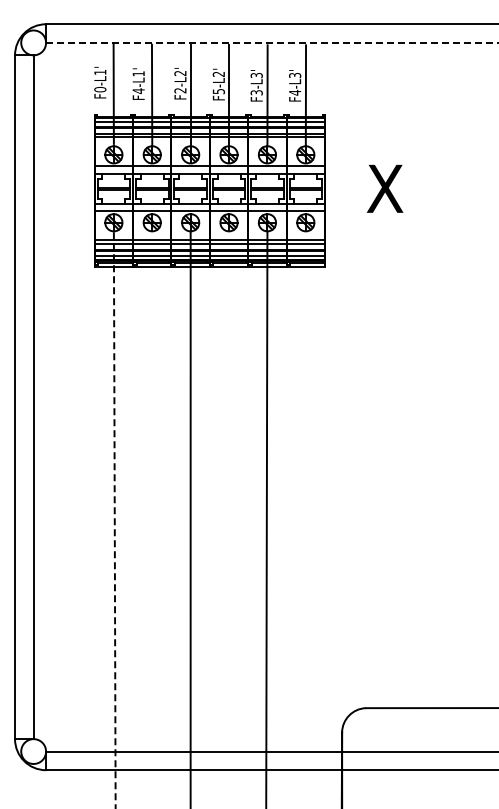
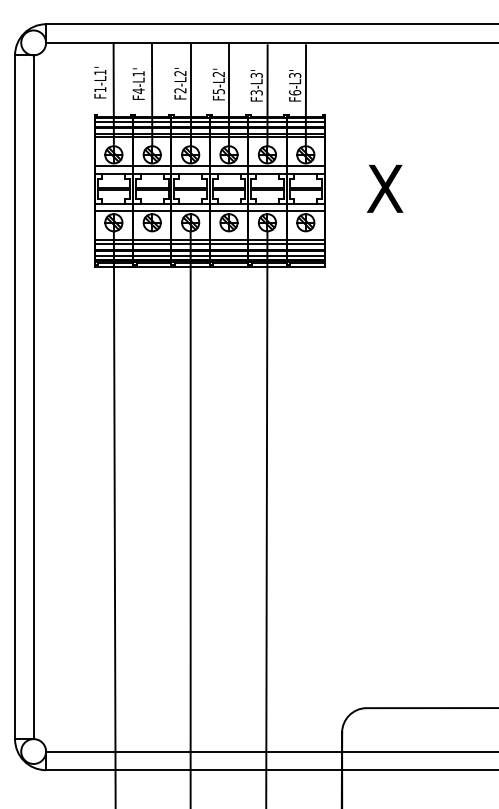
line at (273, 42): dashed -> solid
text at (100, 89): F0-L1' -> F1-L1'
text at (295, 92): F4-L3' -> F6-L3'
line at (114, 520): dashed -> solid
